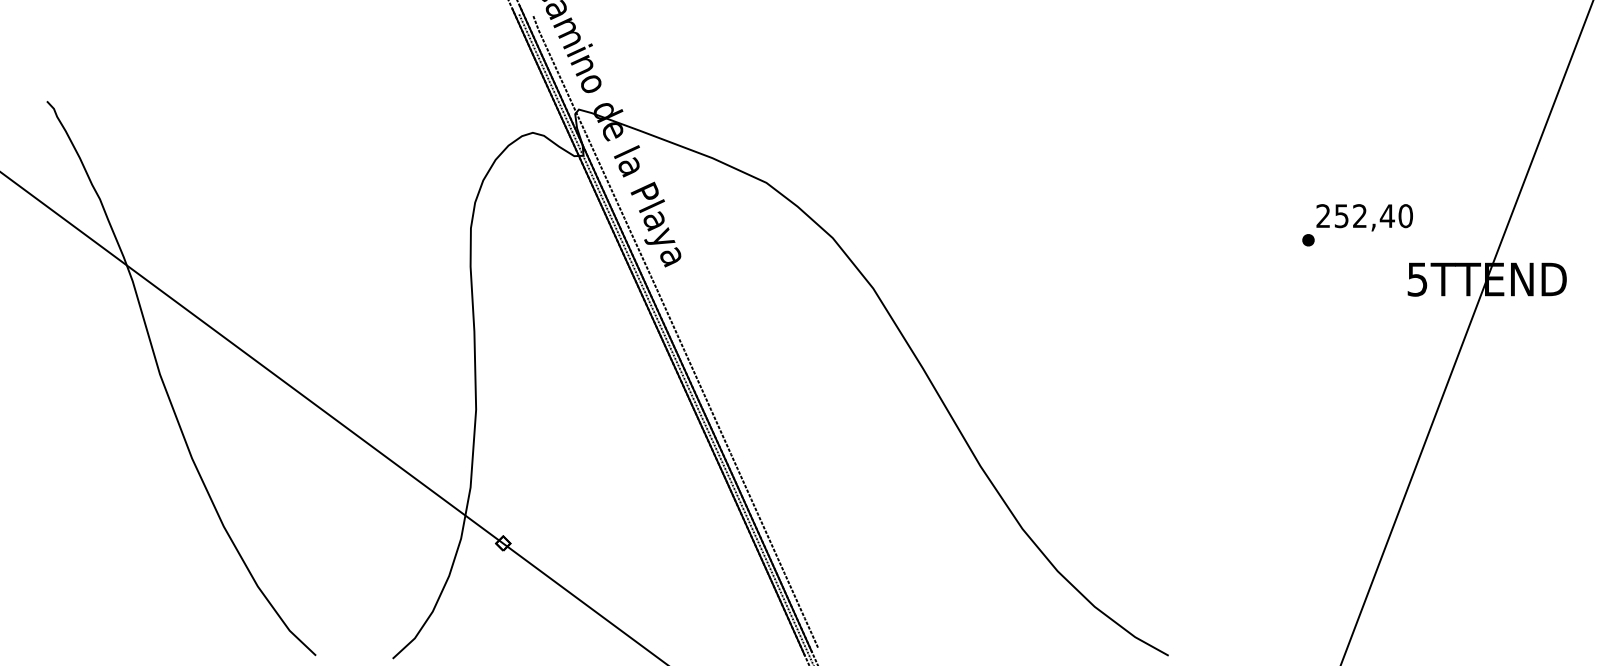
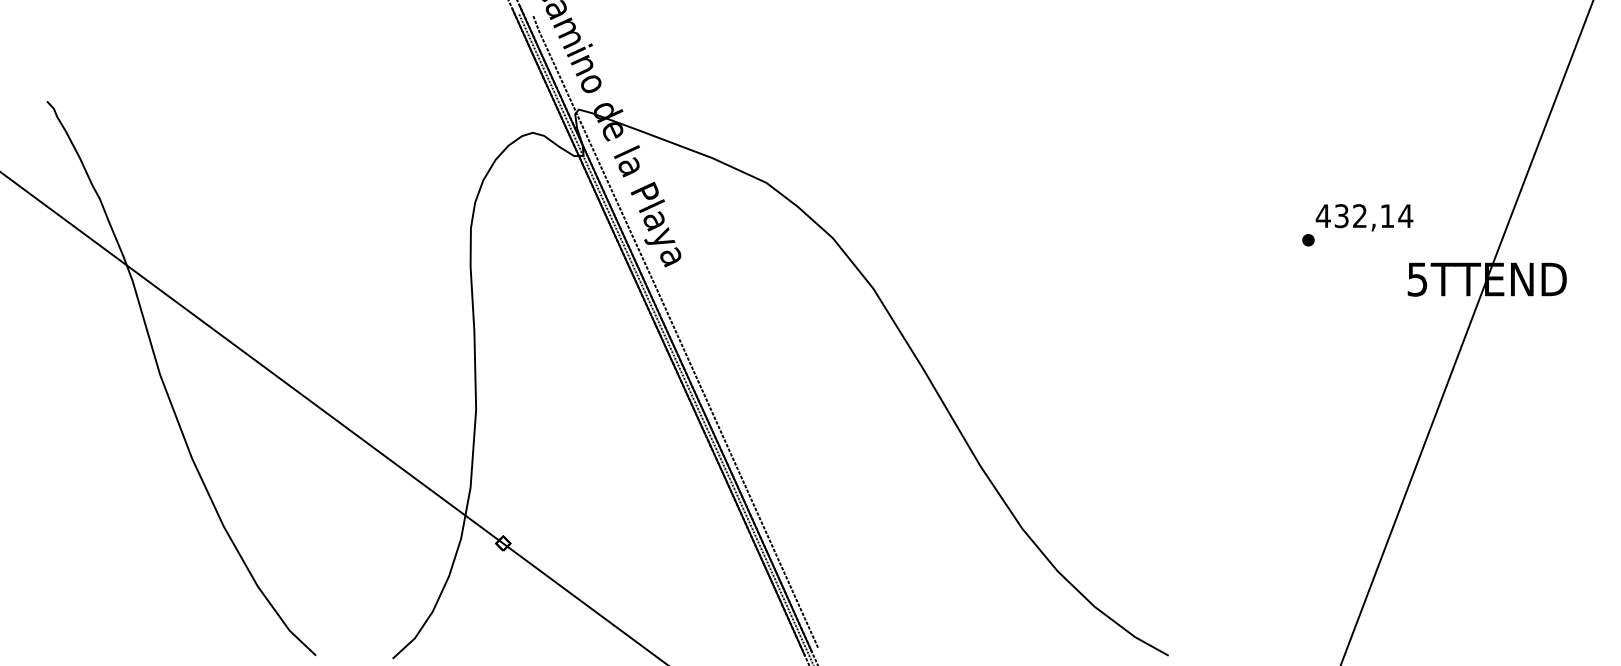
text at (1364, 216): 252,40 -> 432,14
